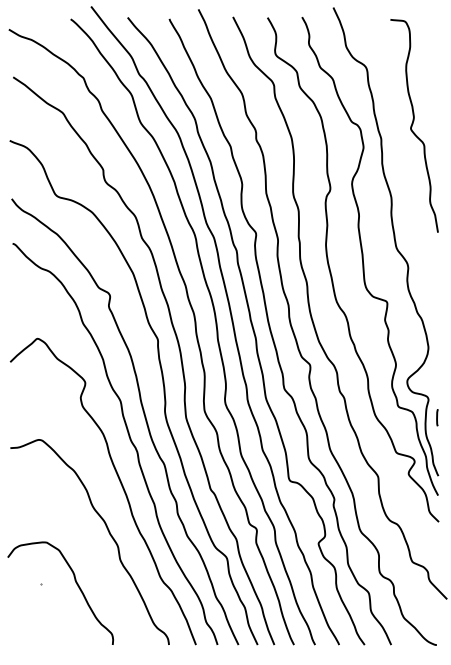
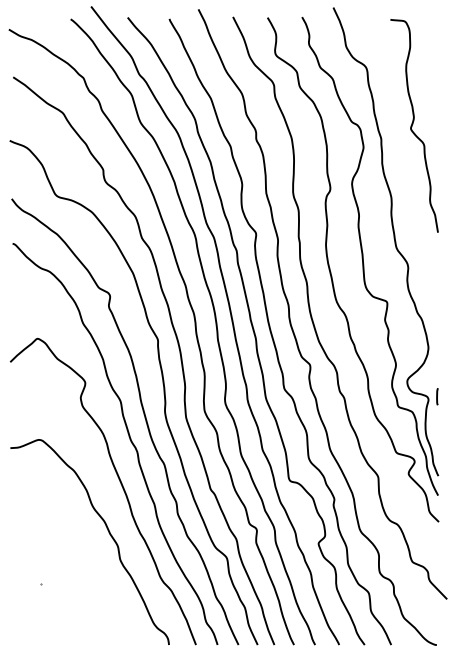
line at (437, 417) position: (437, 417) -> (437, 396)
curve at (76, 584): present -> none
